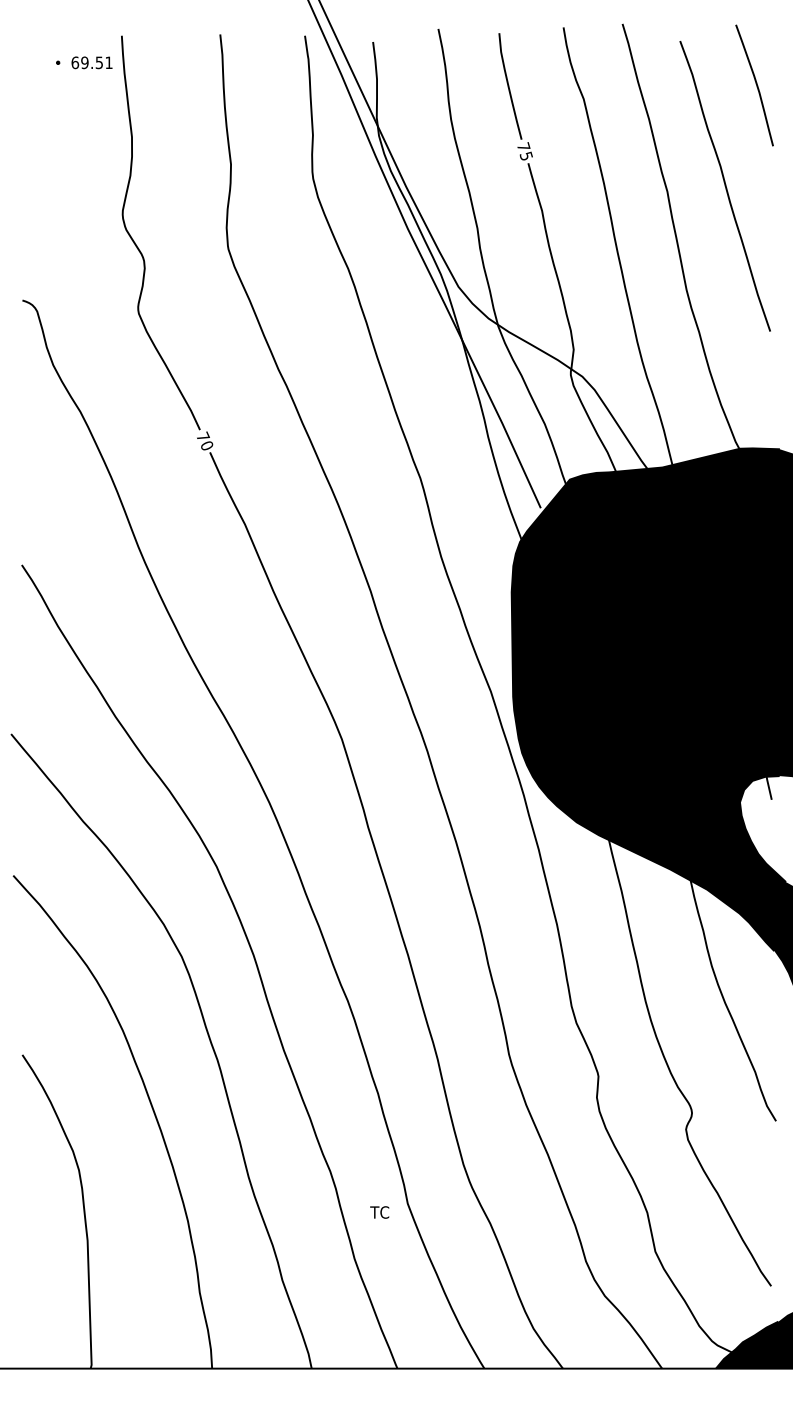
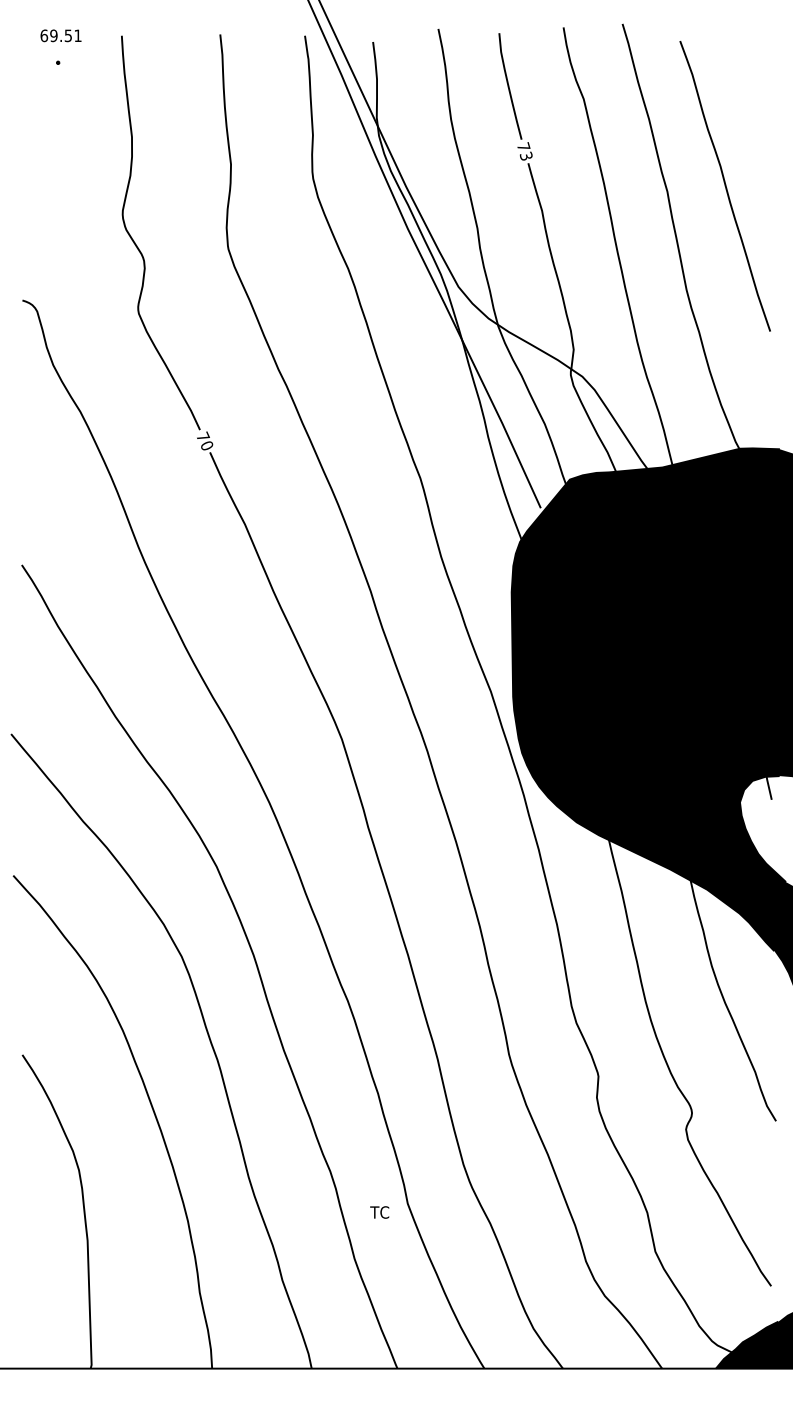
text at (91, 62) position: (91, 62) -> (60, 35)
curve at (755, 84): present -> none
text at (526, 155): 75 -> 73
